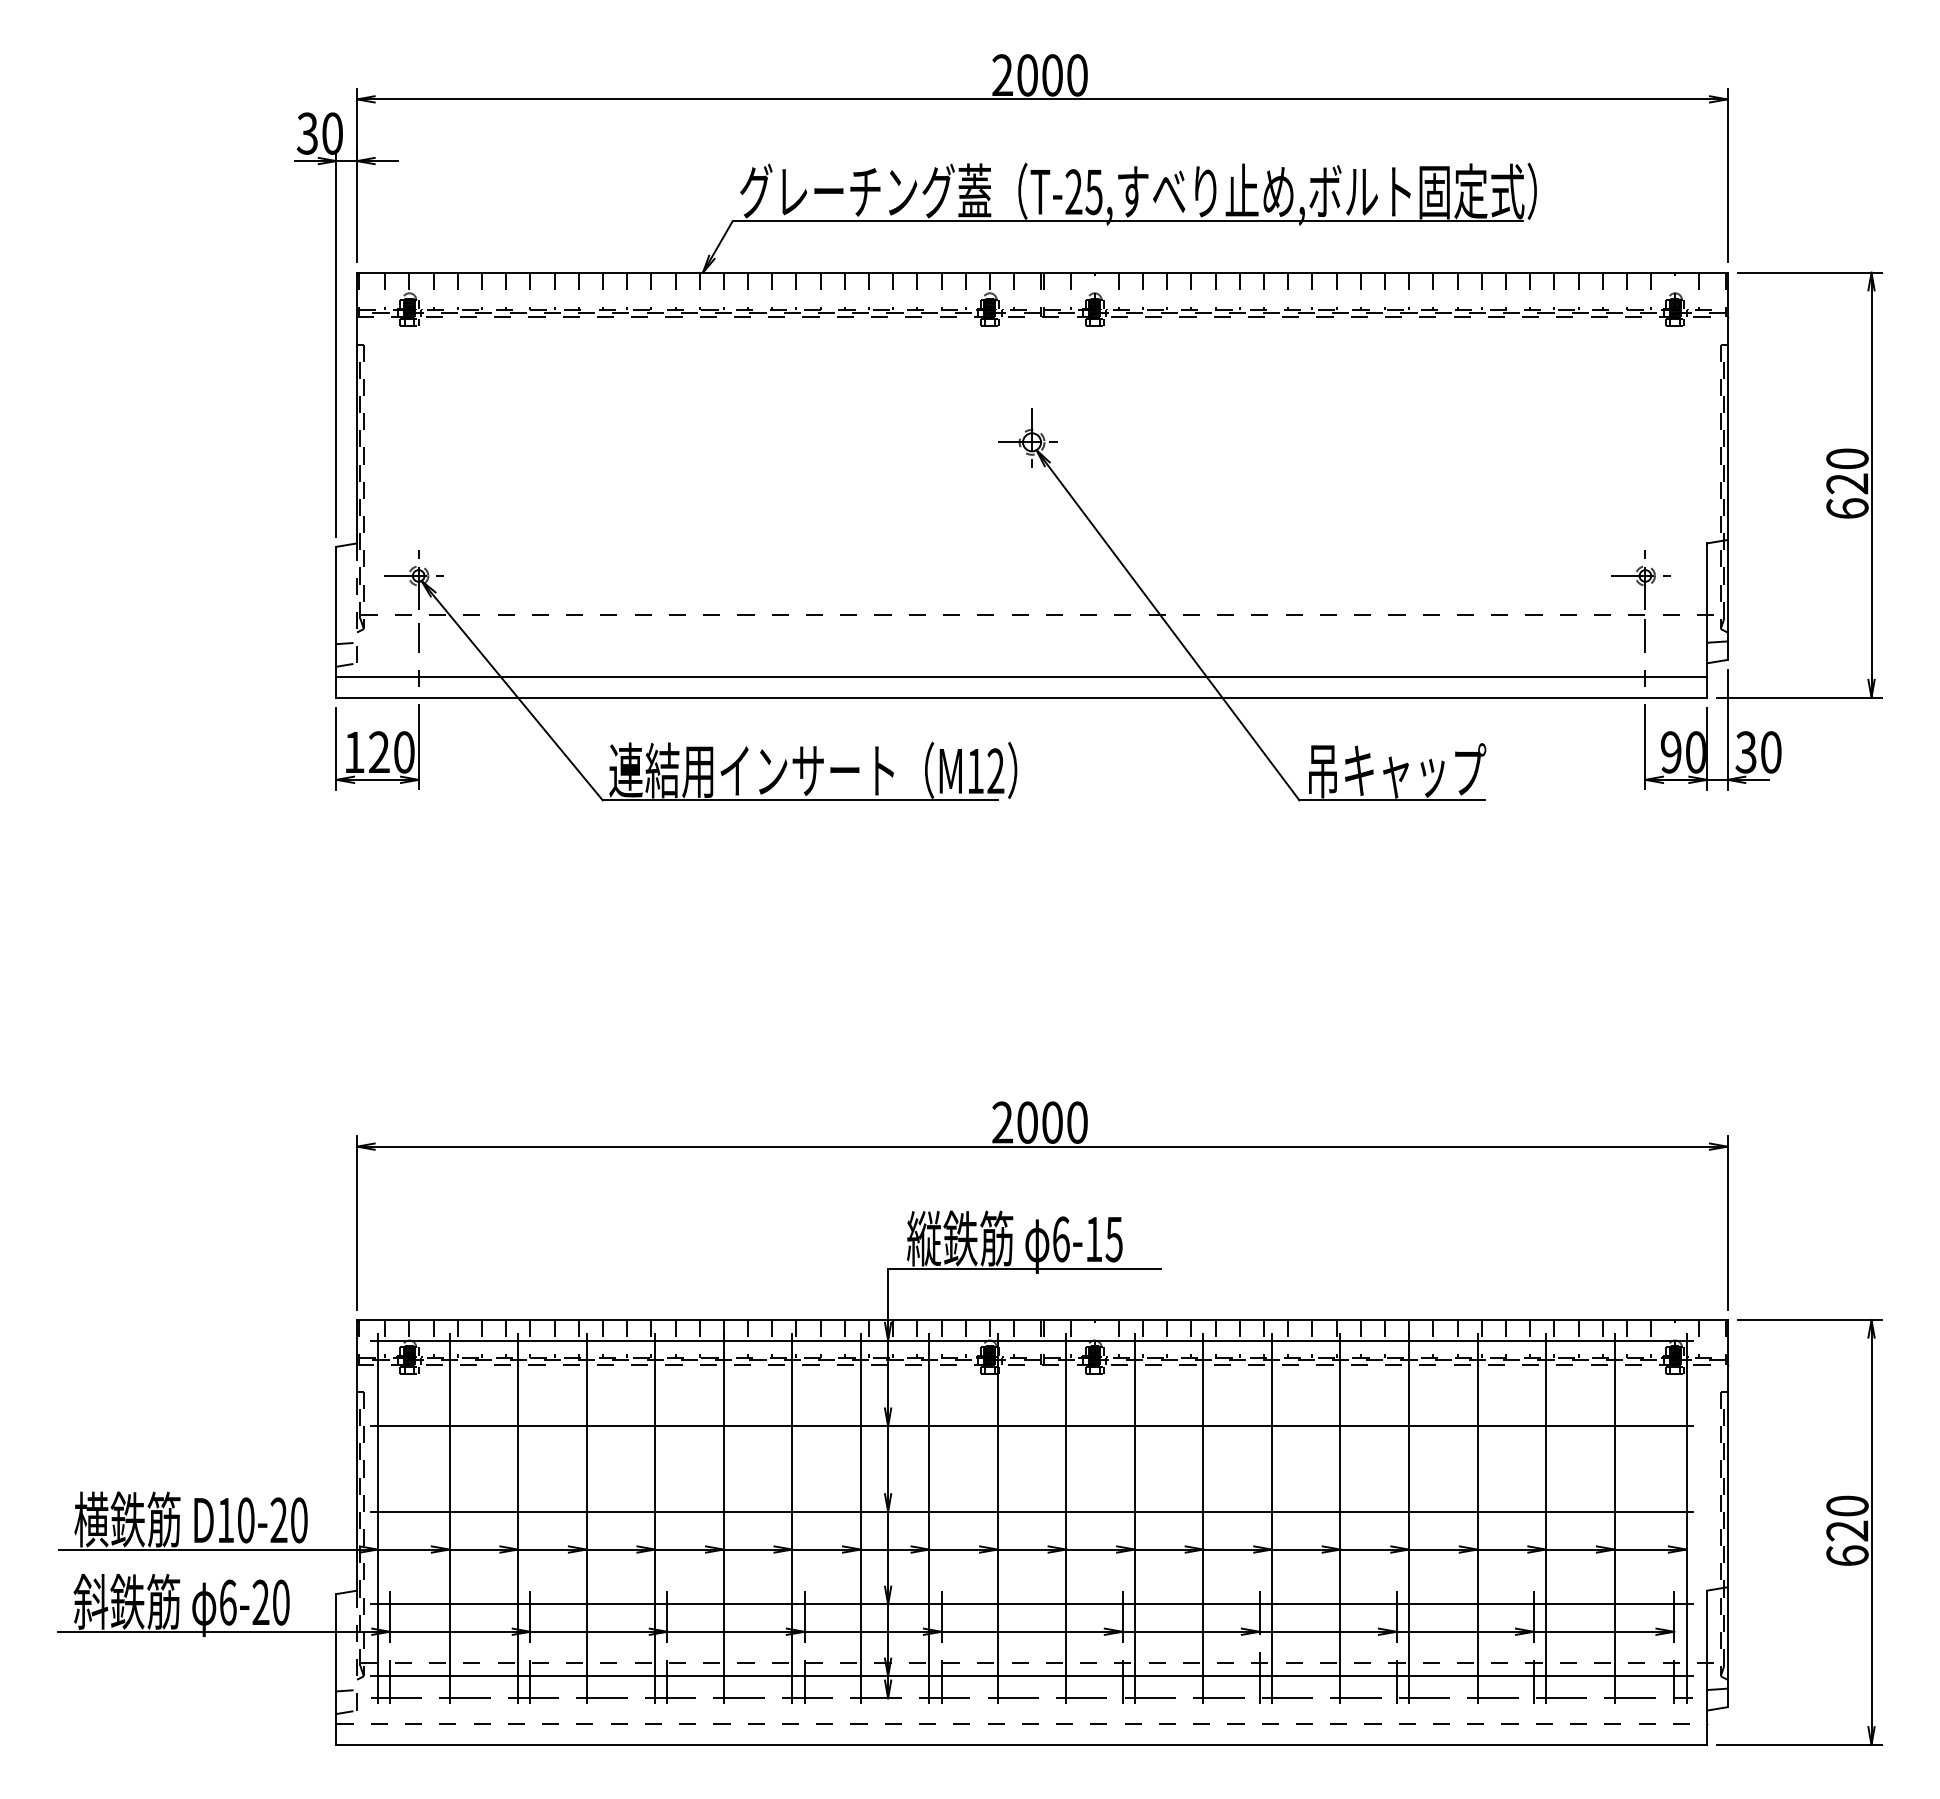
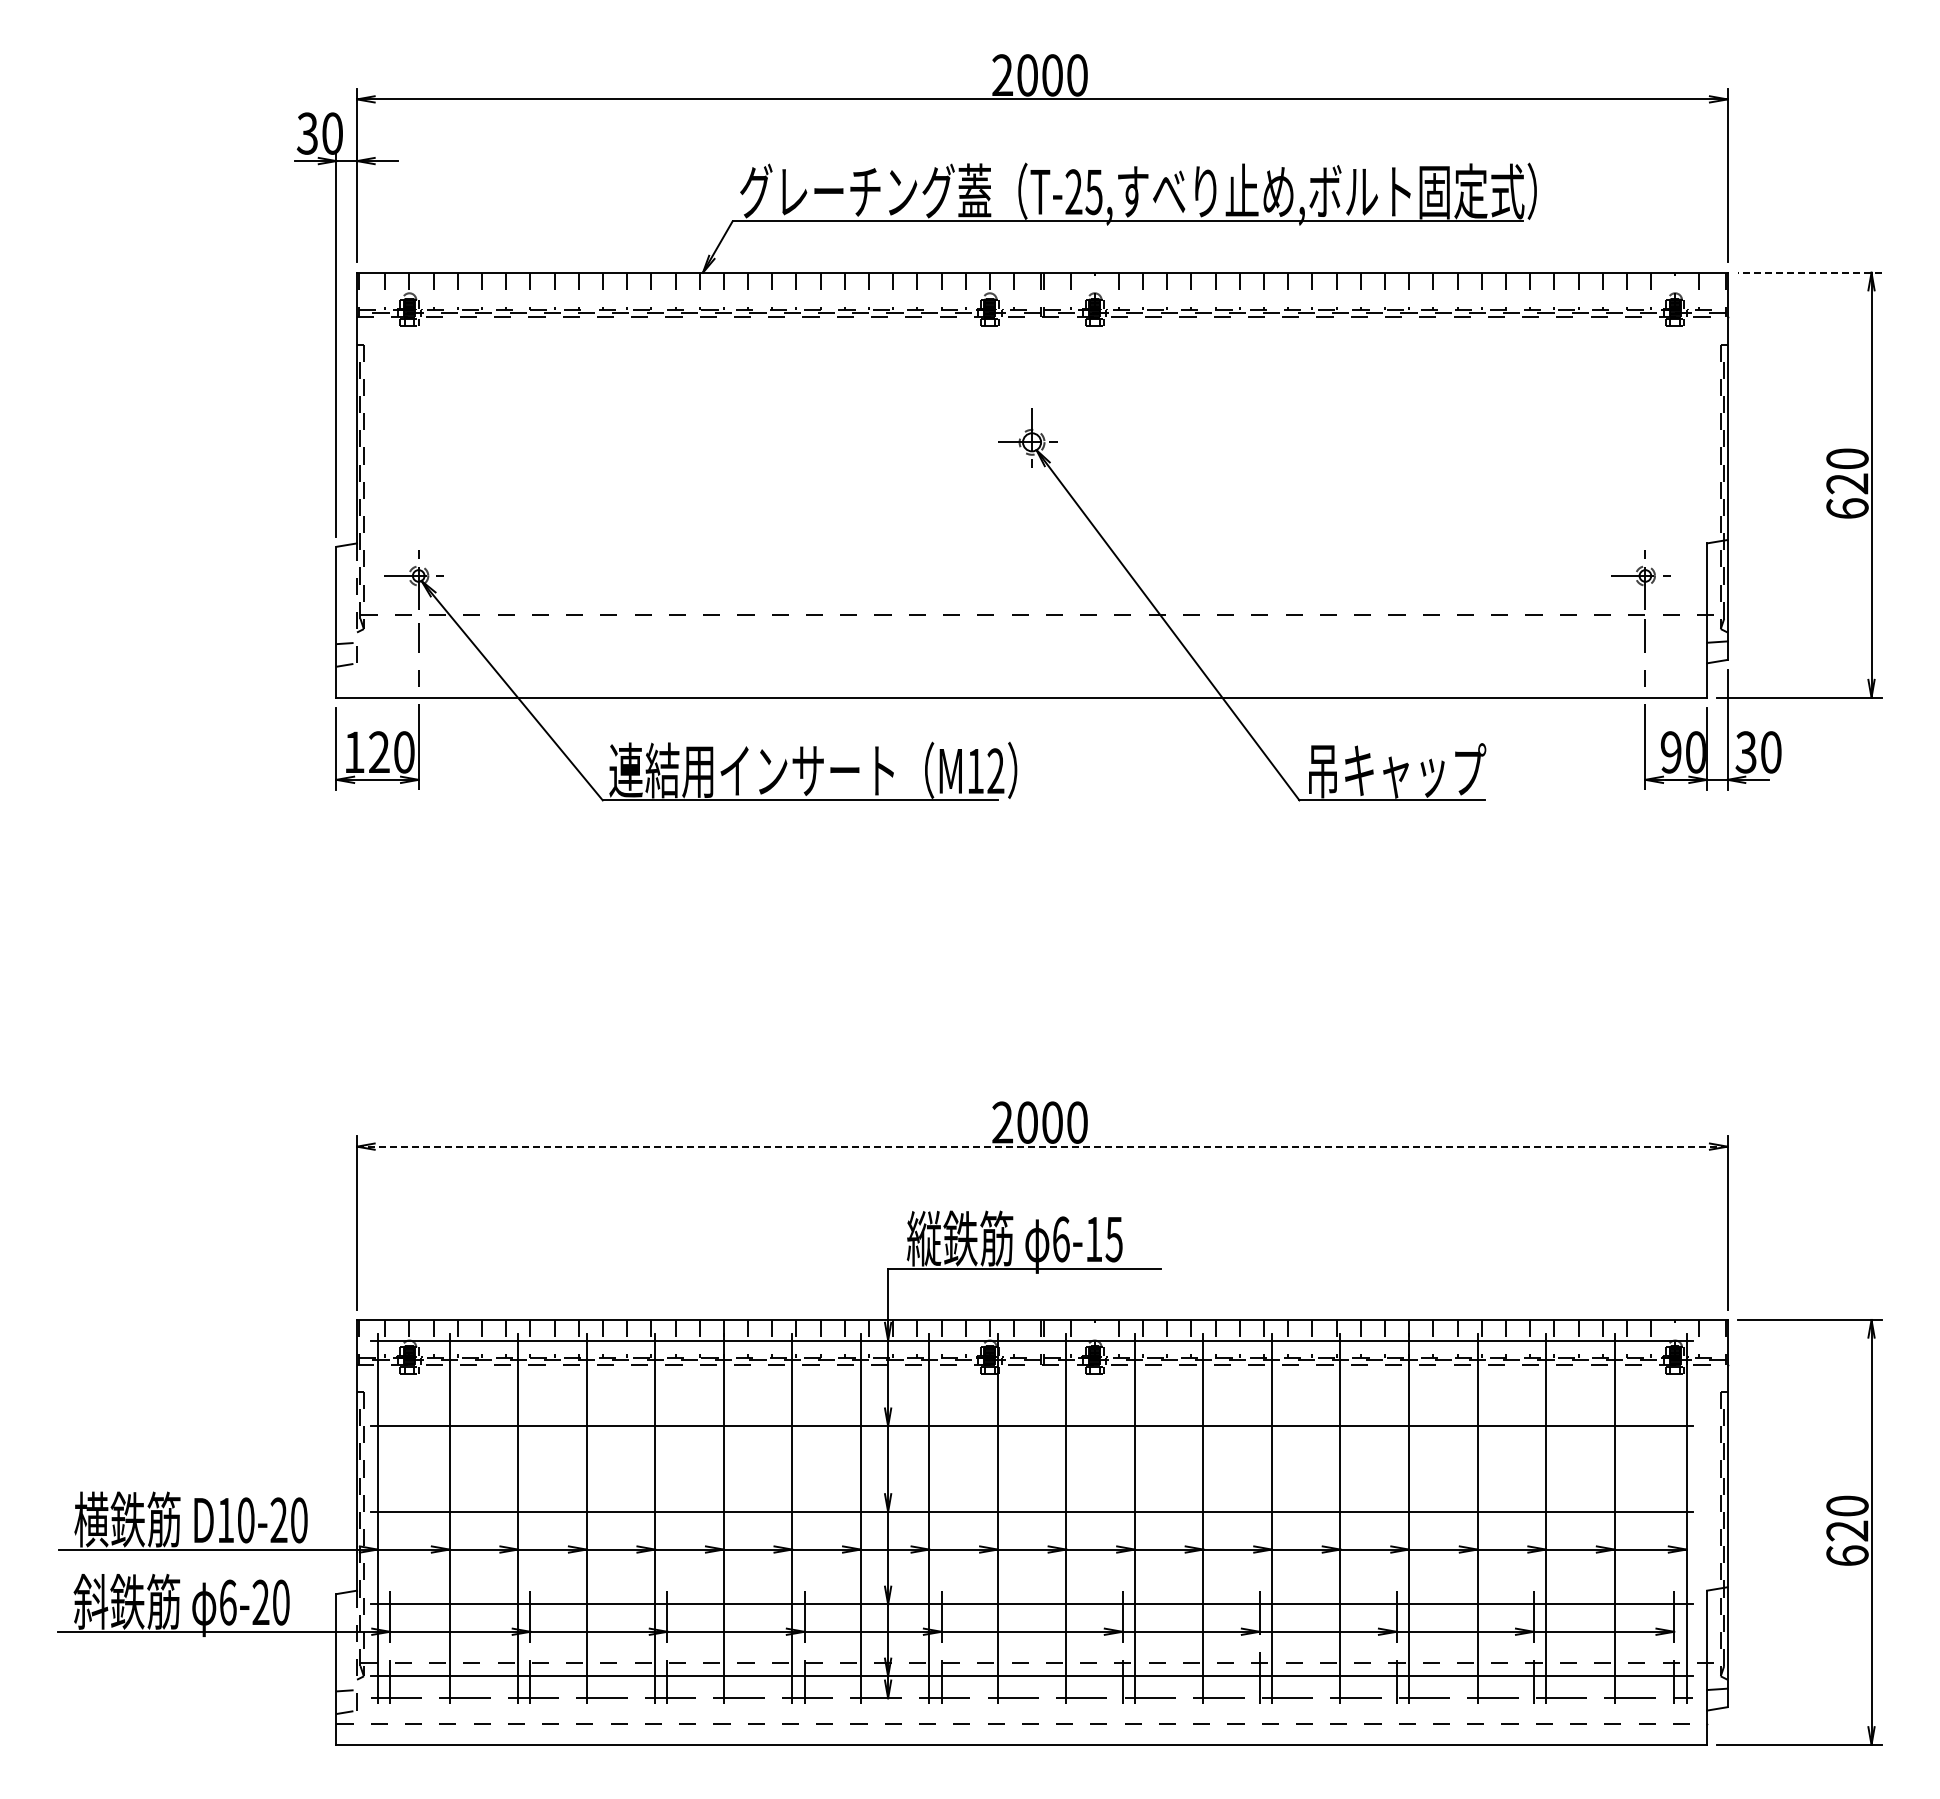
line at (1809, 272): solid -> dashed
line at (1021, 677): present -> none
line at (1042, 1146): solid -> dashed
